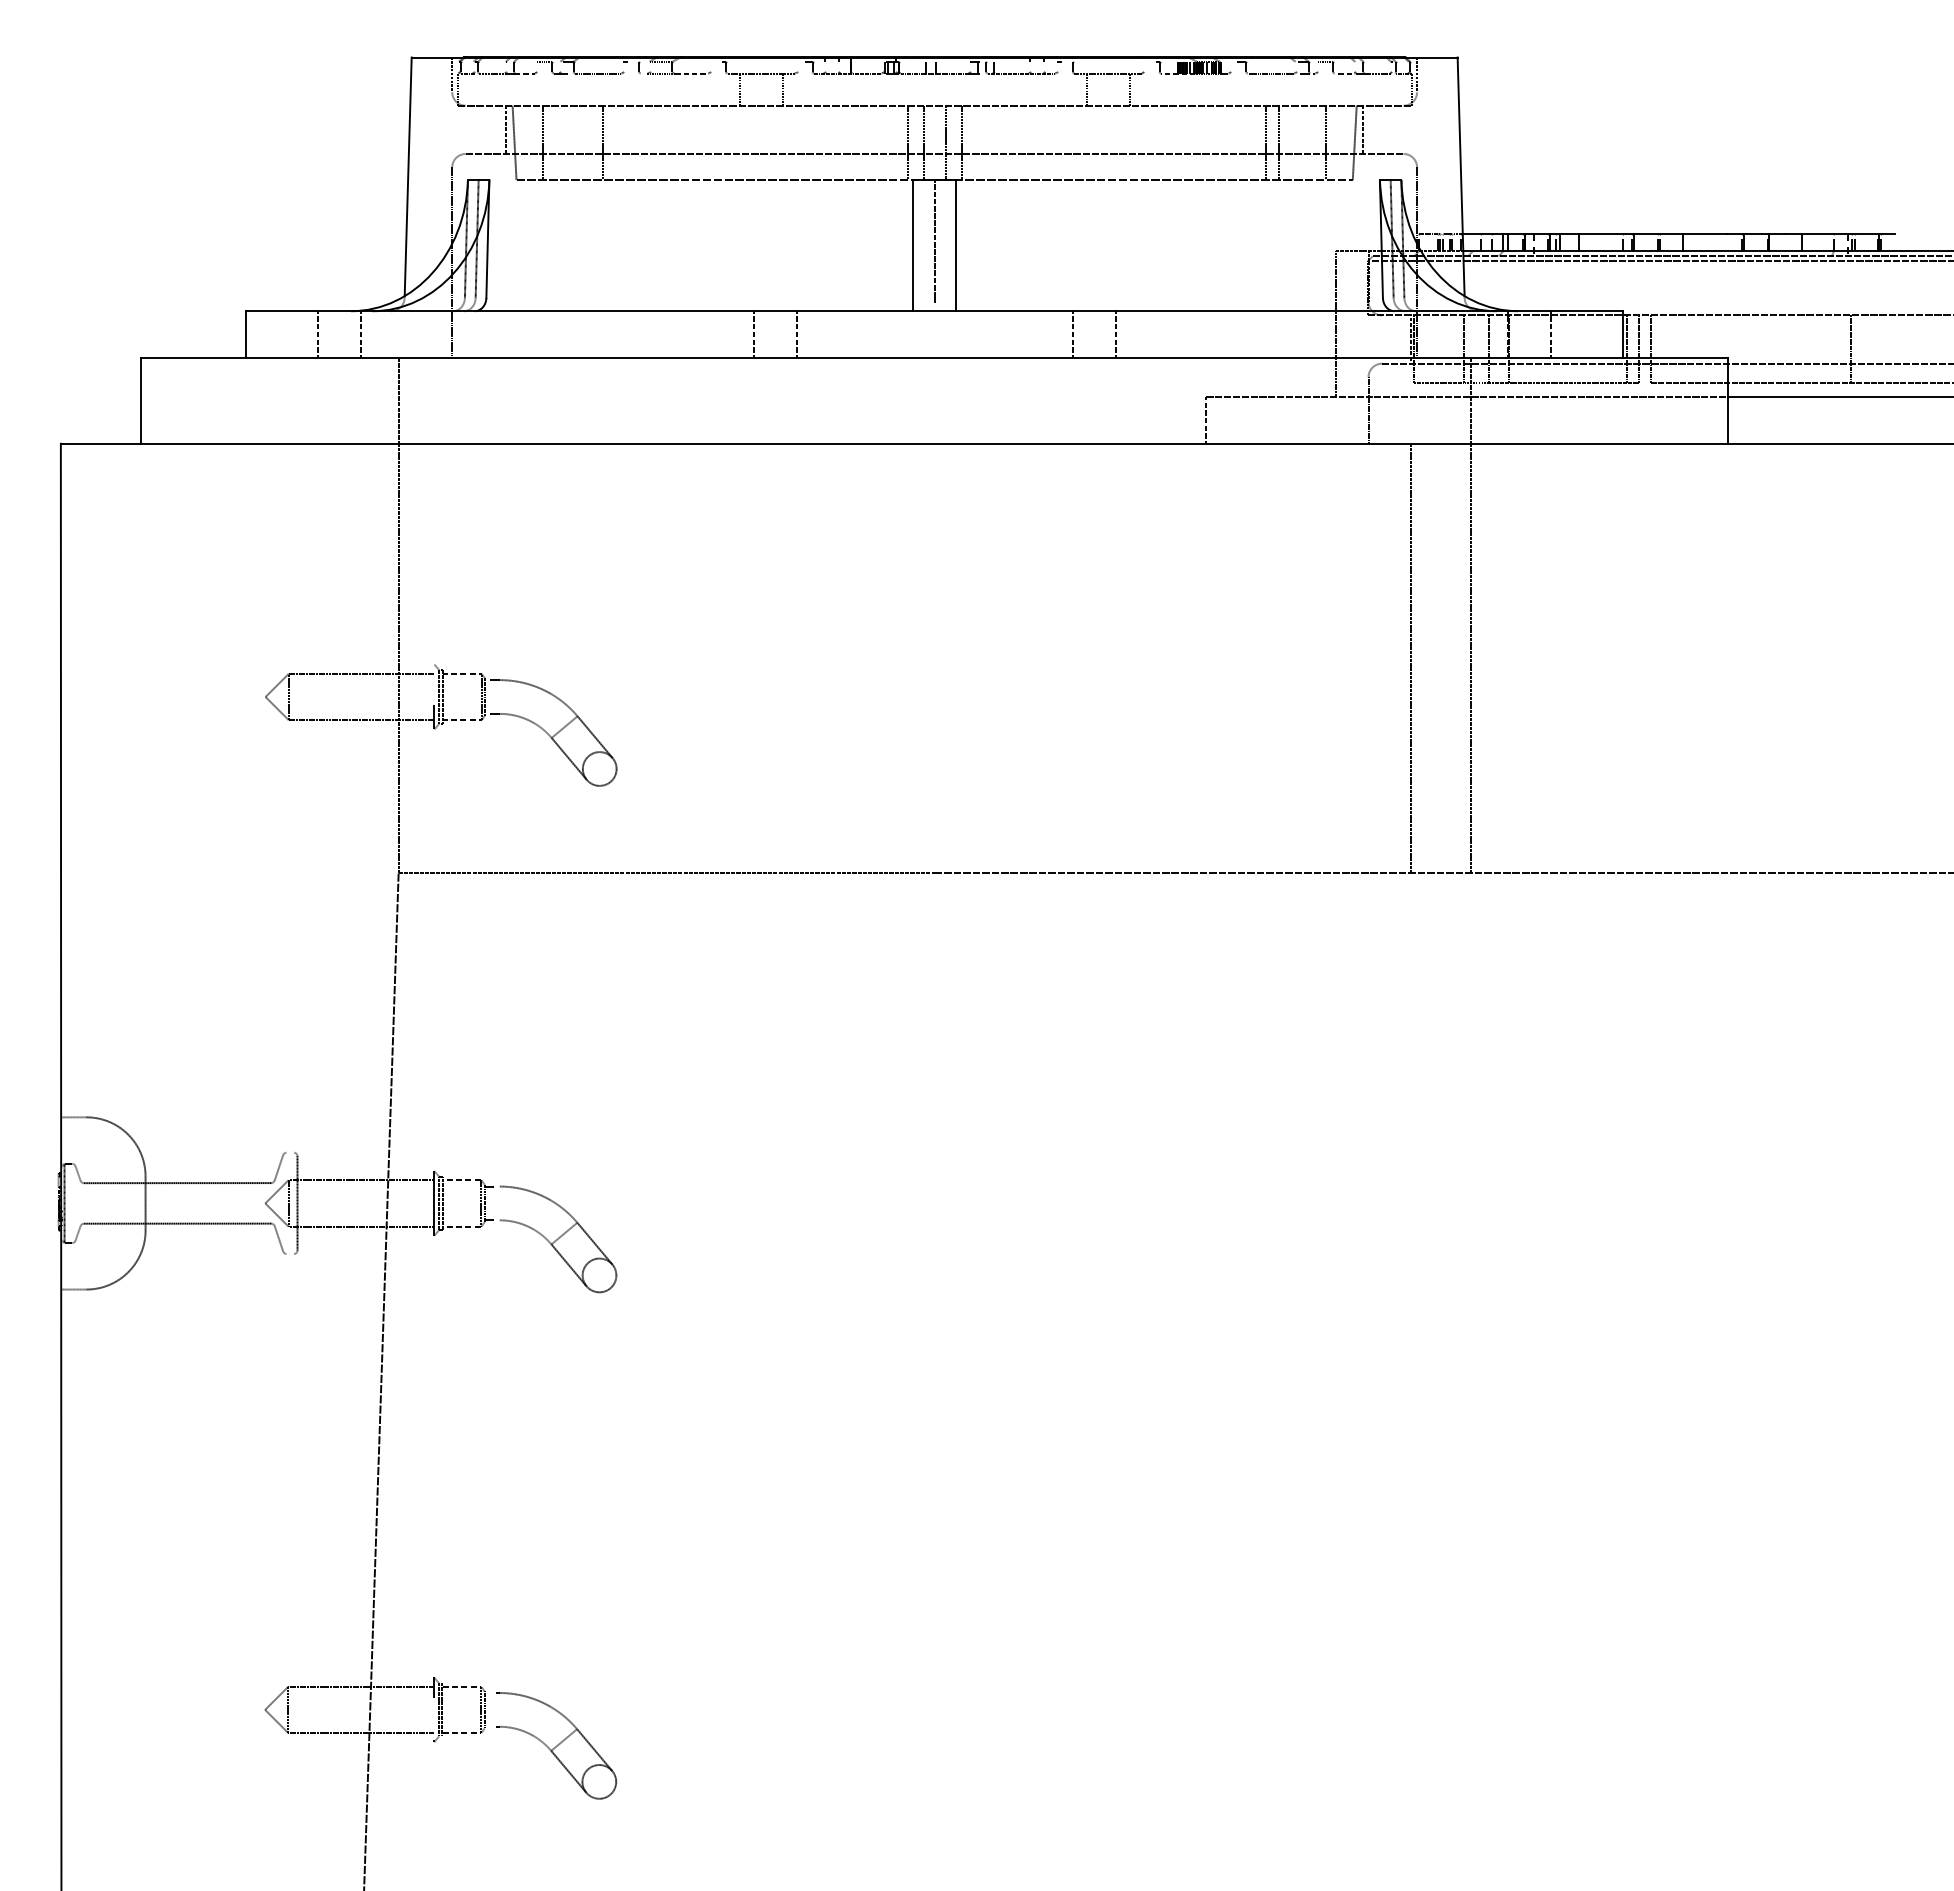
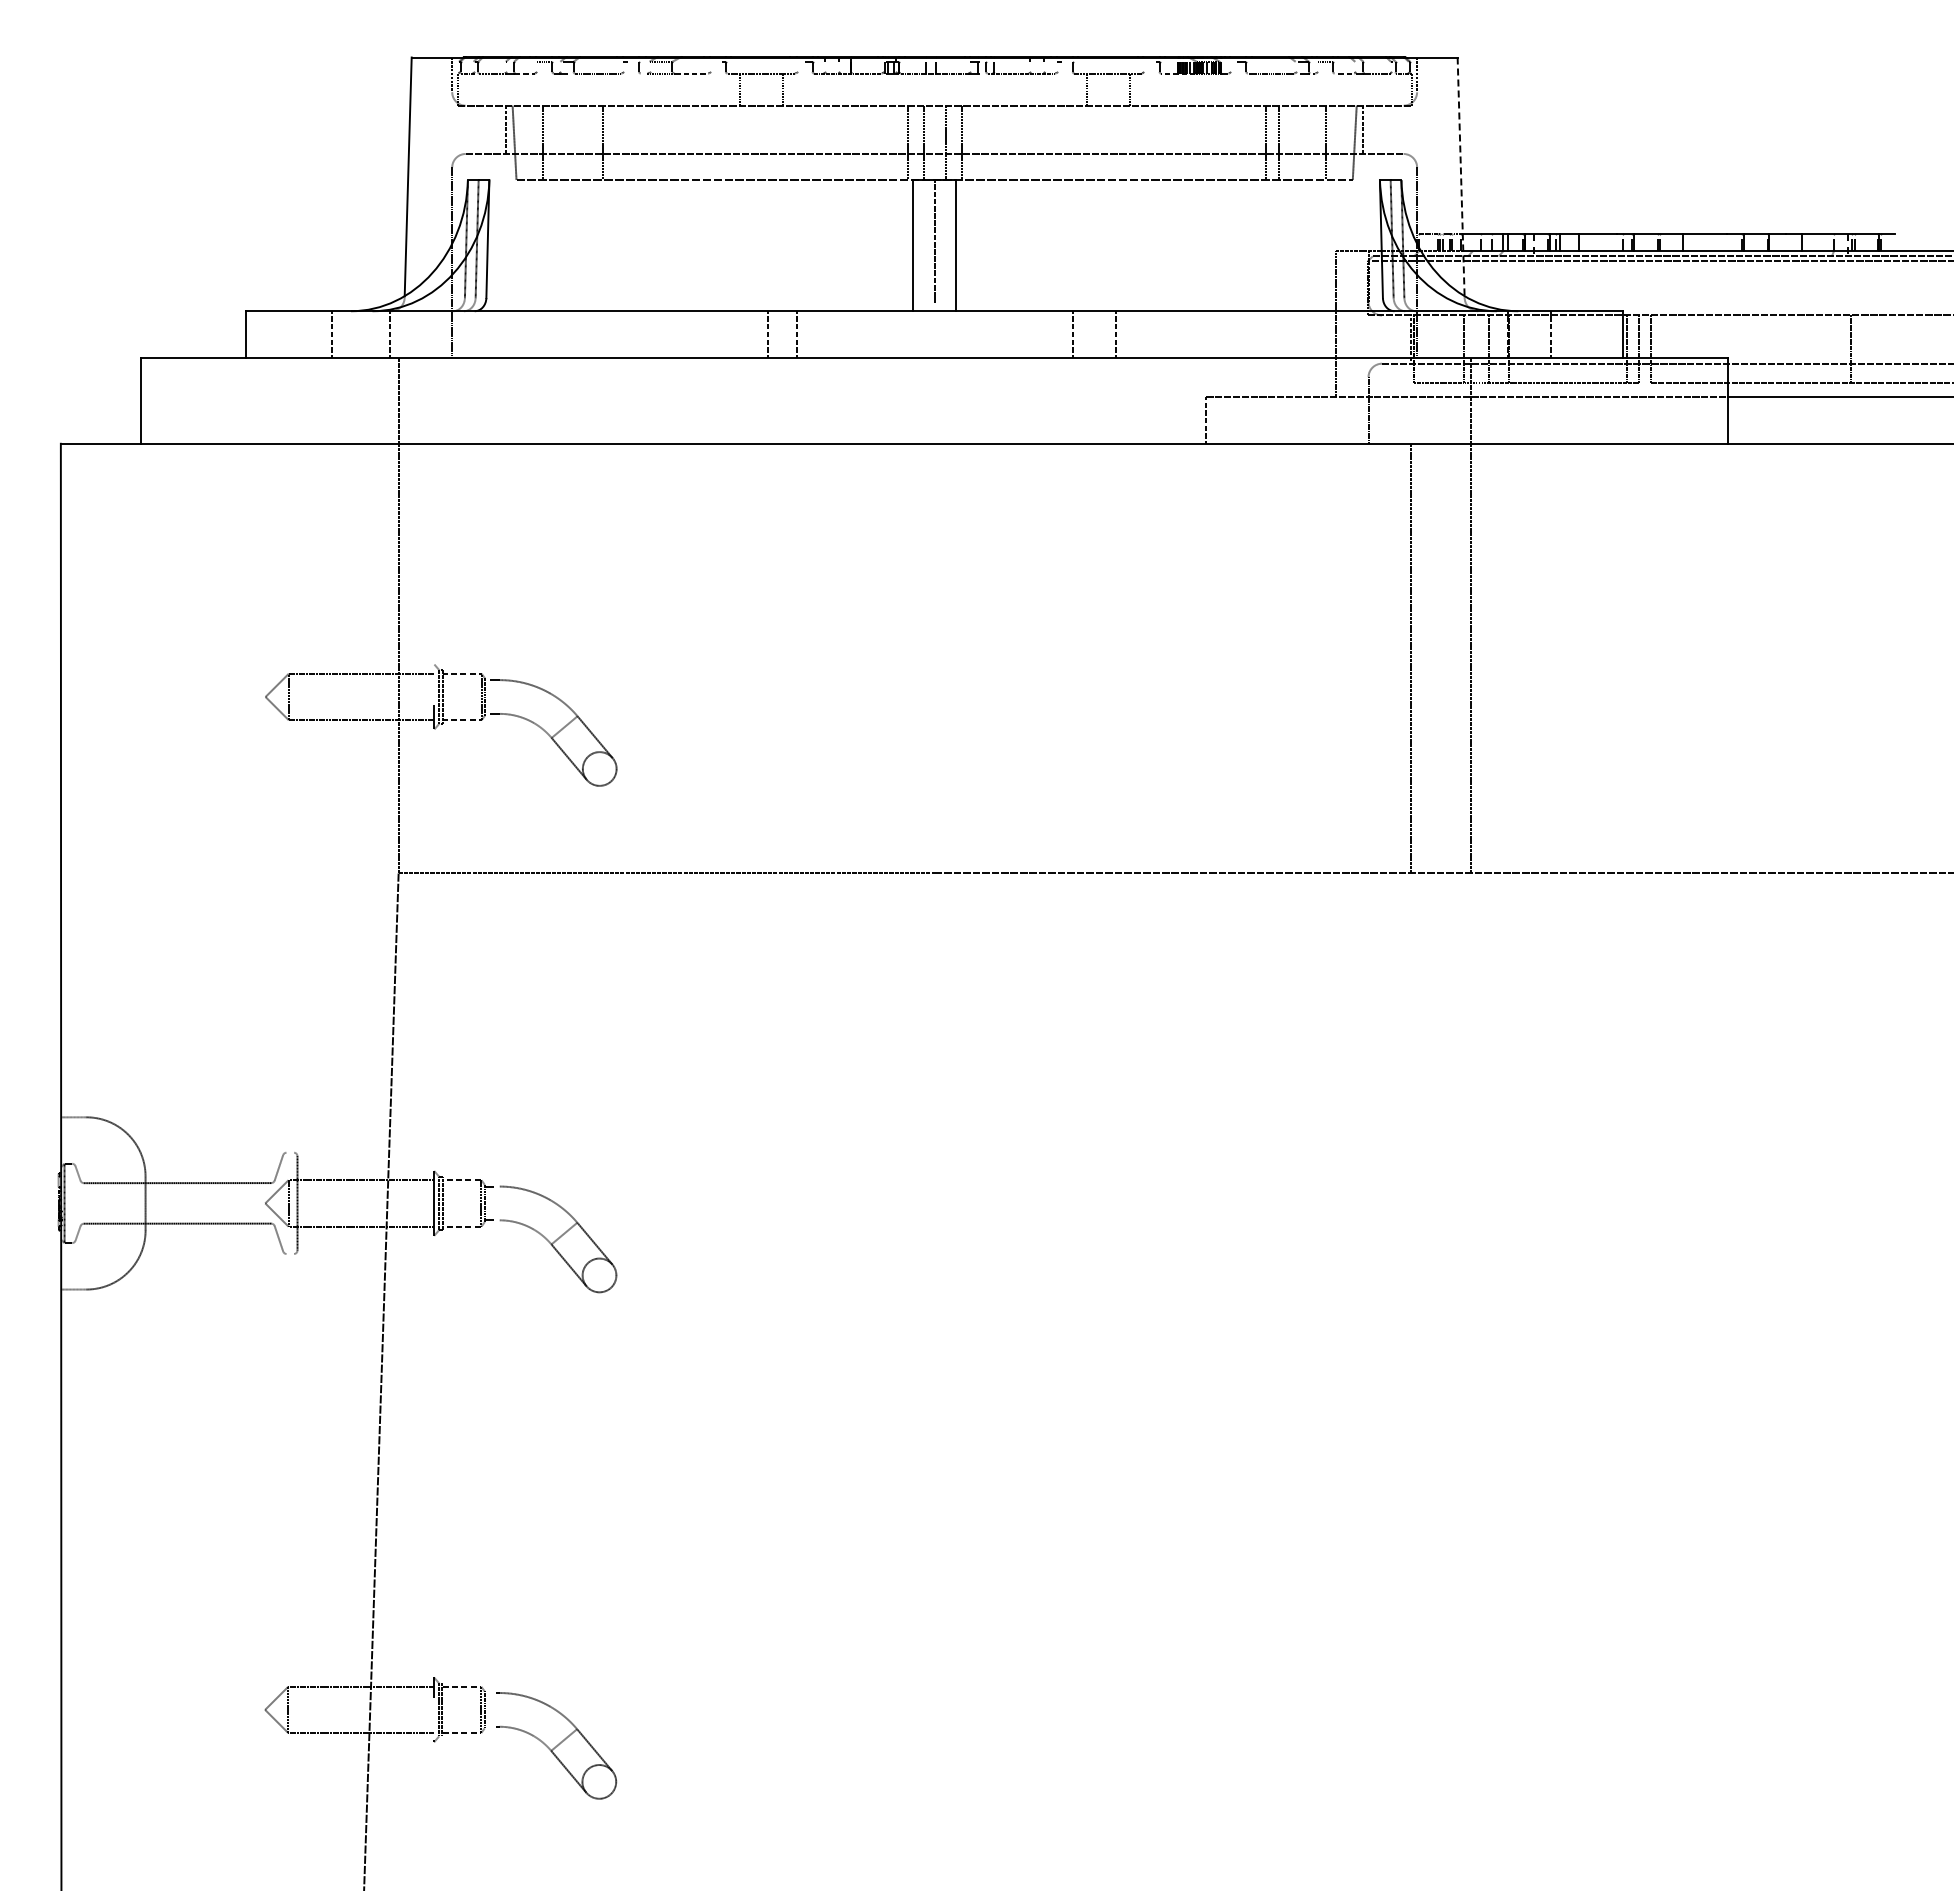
line at (1461, 177): solid -> dashed
line at (318, 334) position: (318, 334) -> (332, 334)
line at (360, 334) position: (360, 334) -> (389, 334)
line at (753, 334) position: (753, 334) -> (767, 334)
